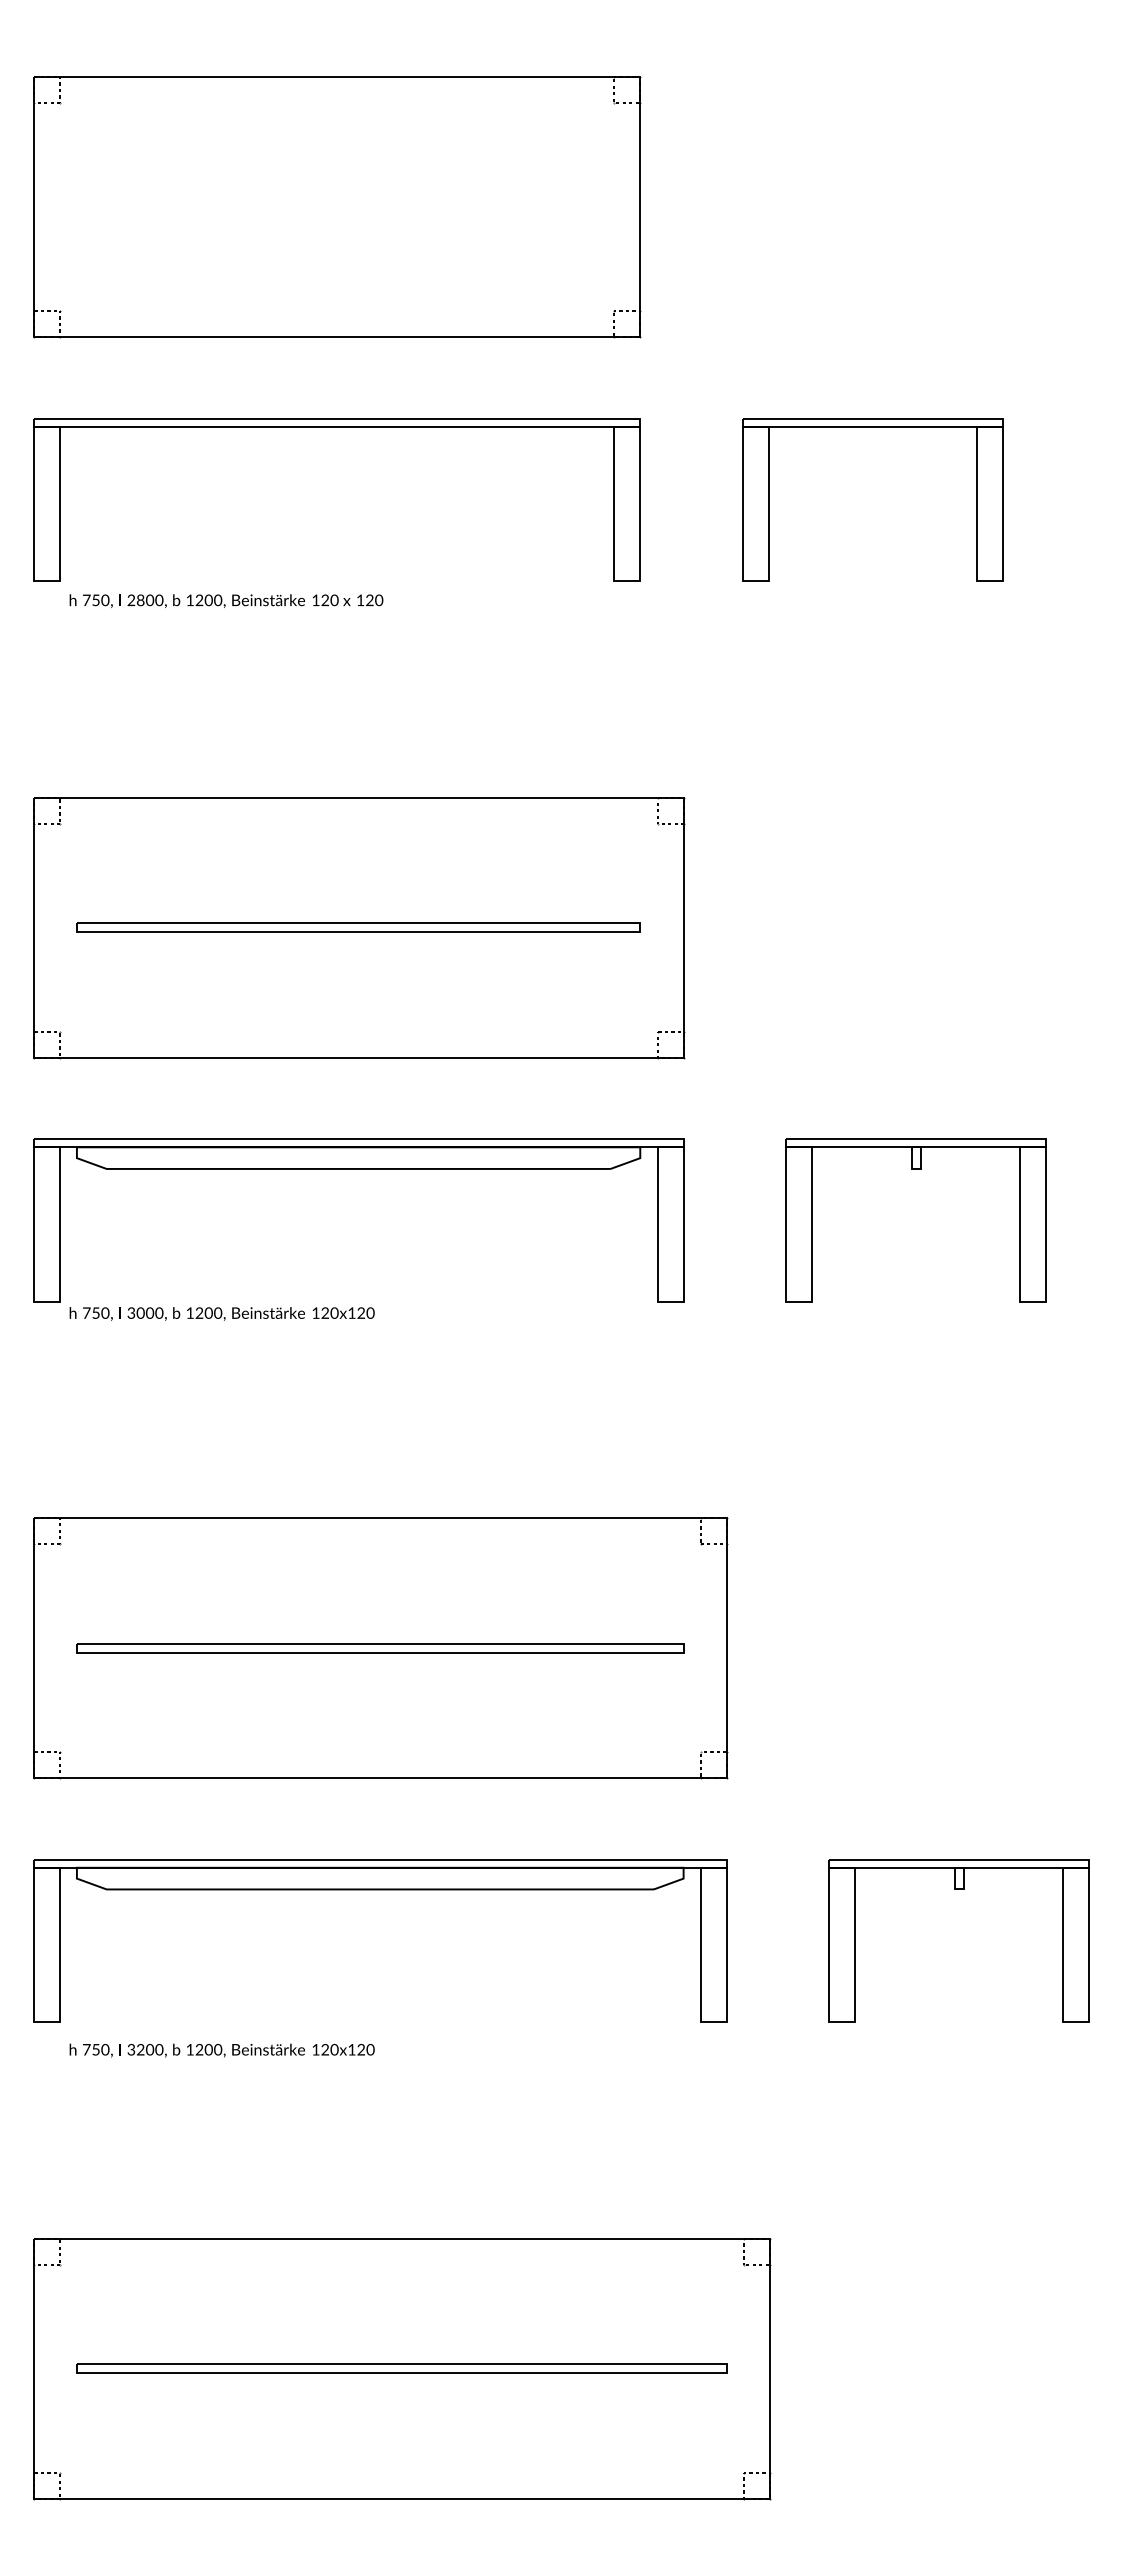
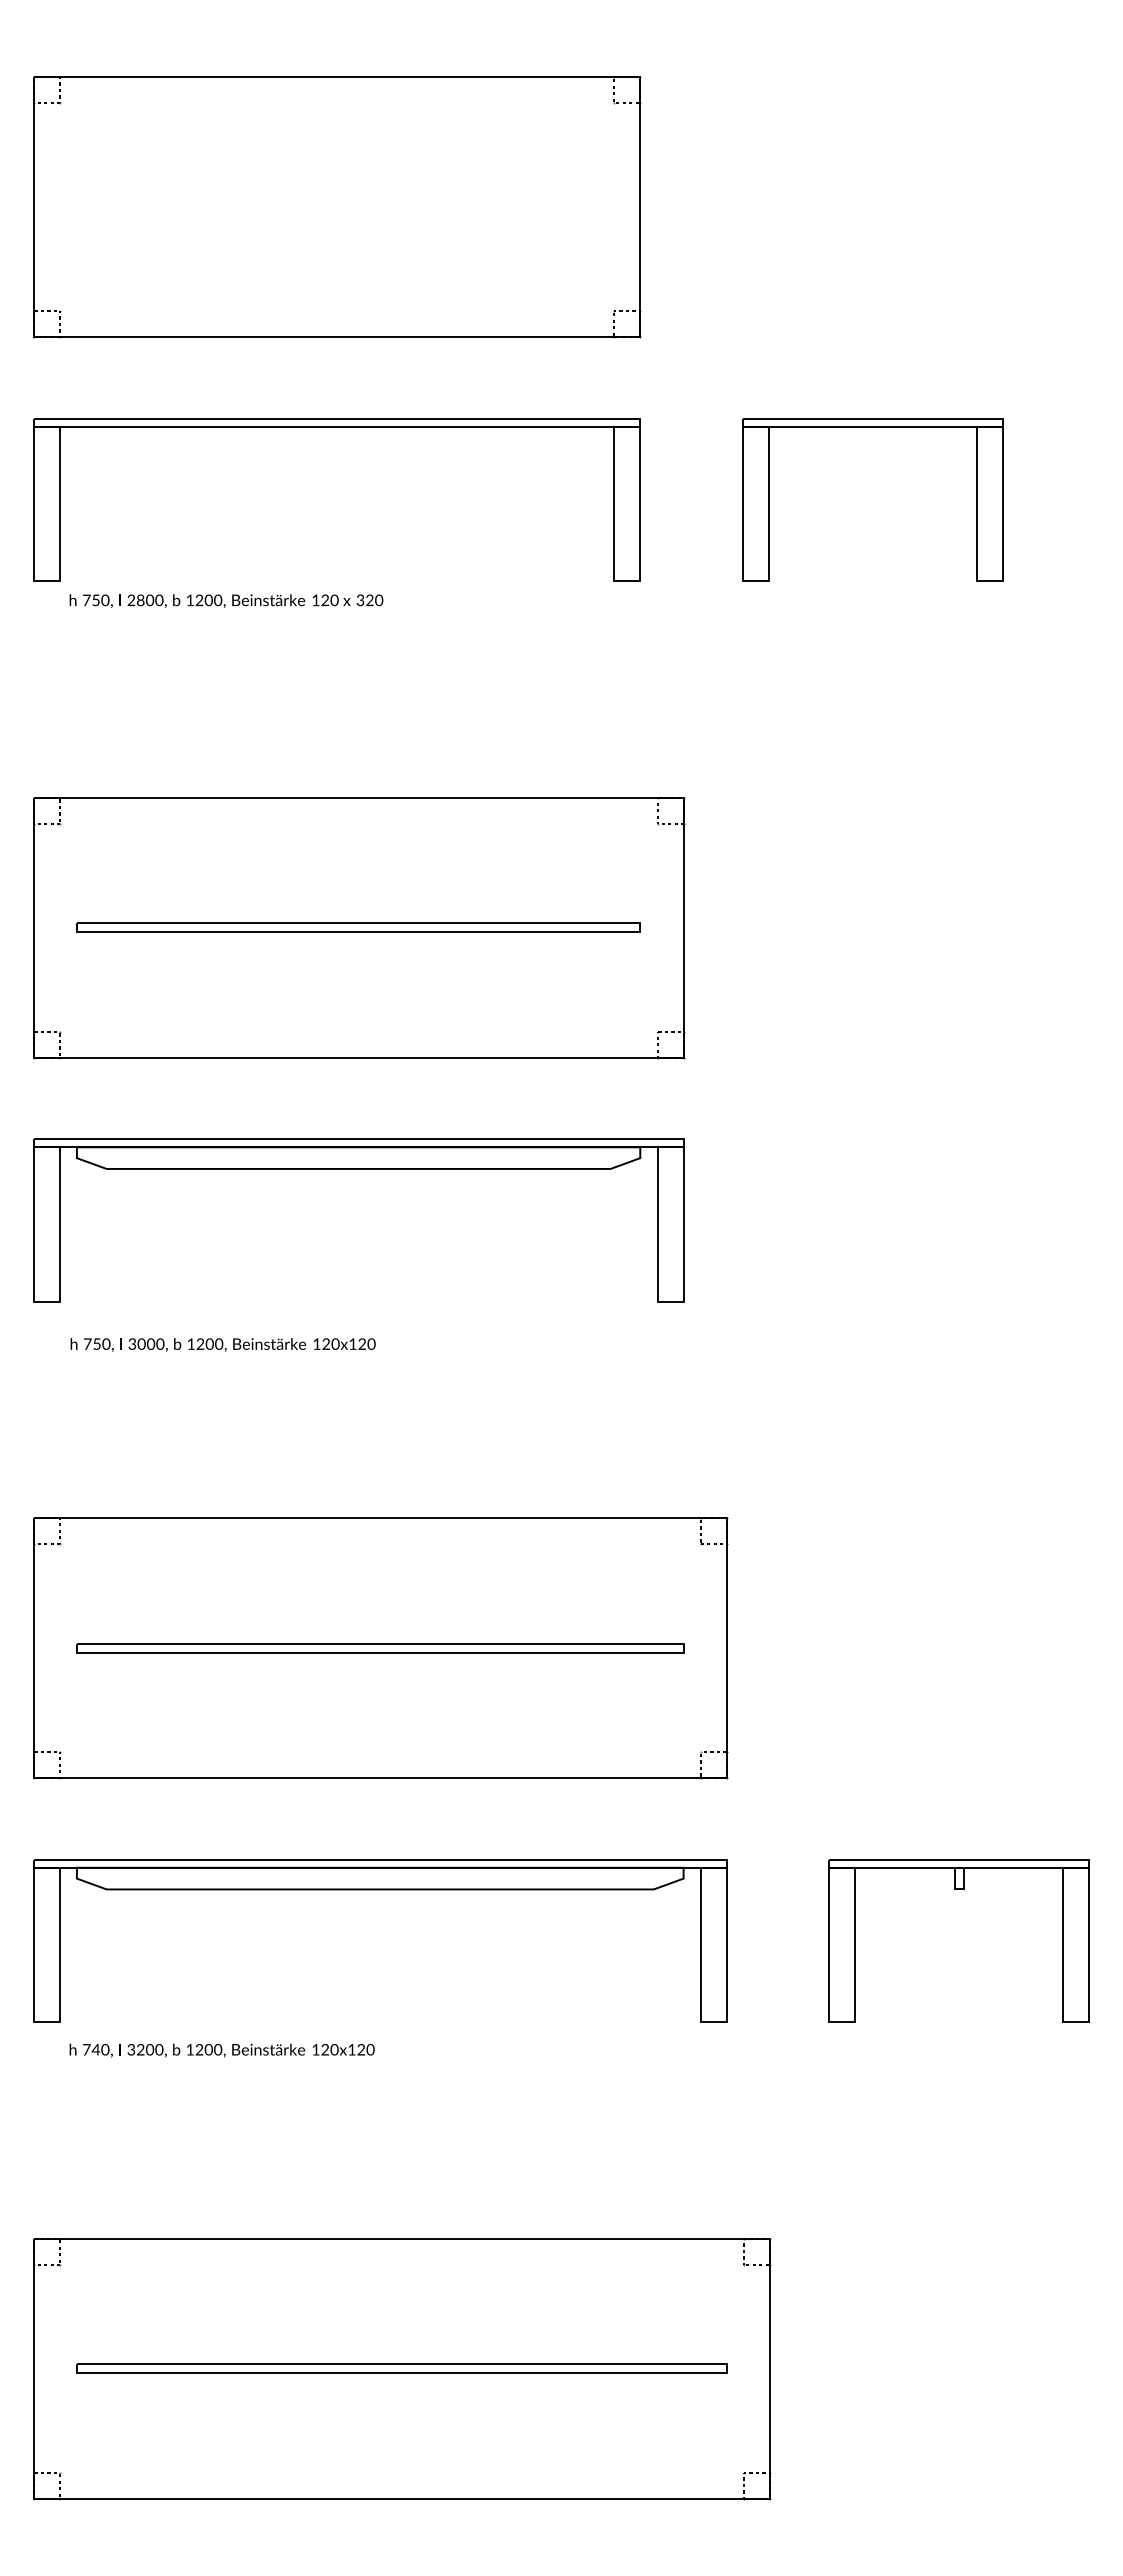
text at (360, 600): 120 -> 320
part at (915, 1169): present -> none
text at (221, 1313) position: (221, 1313) -> (222, 1344)
text at (95, 2049): 750, -> 740,
